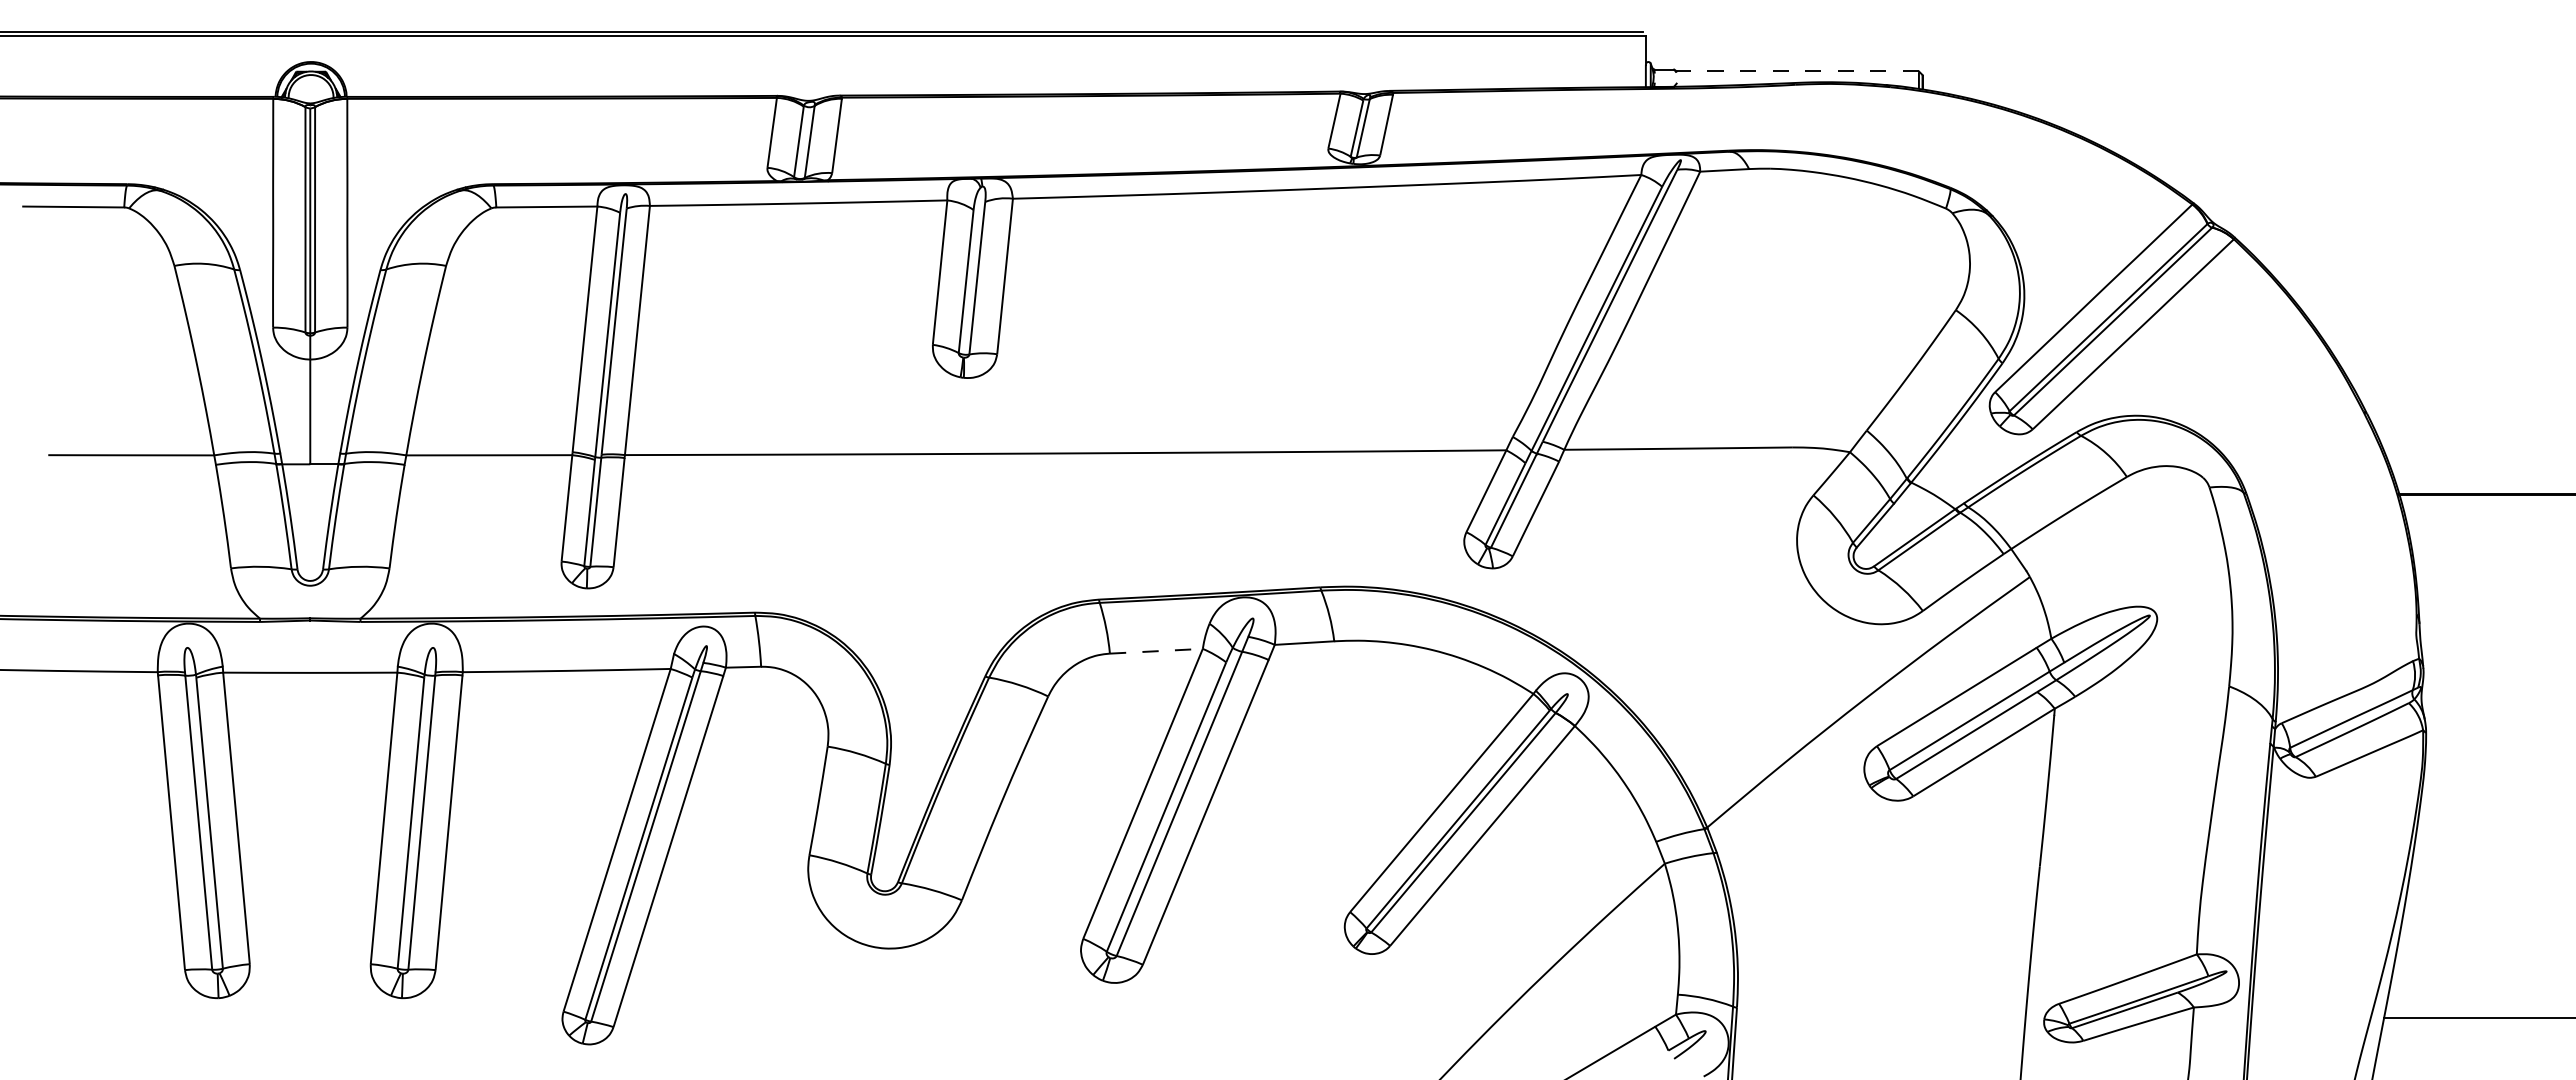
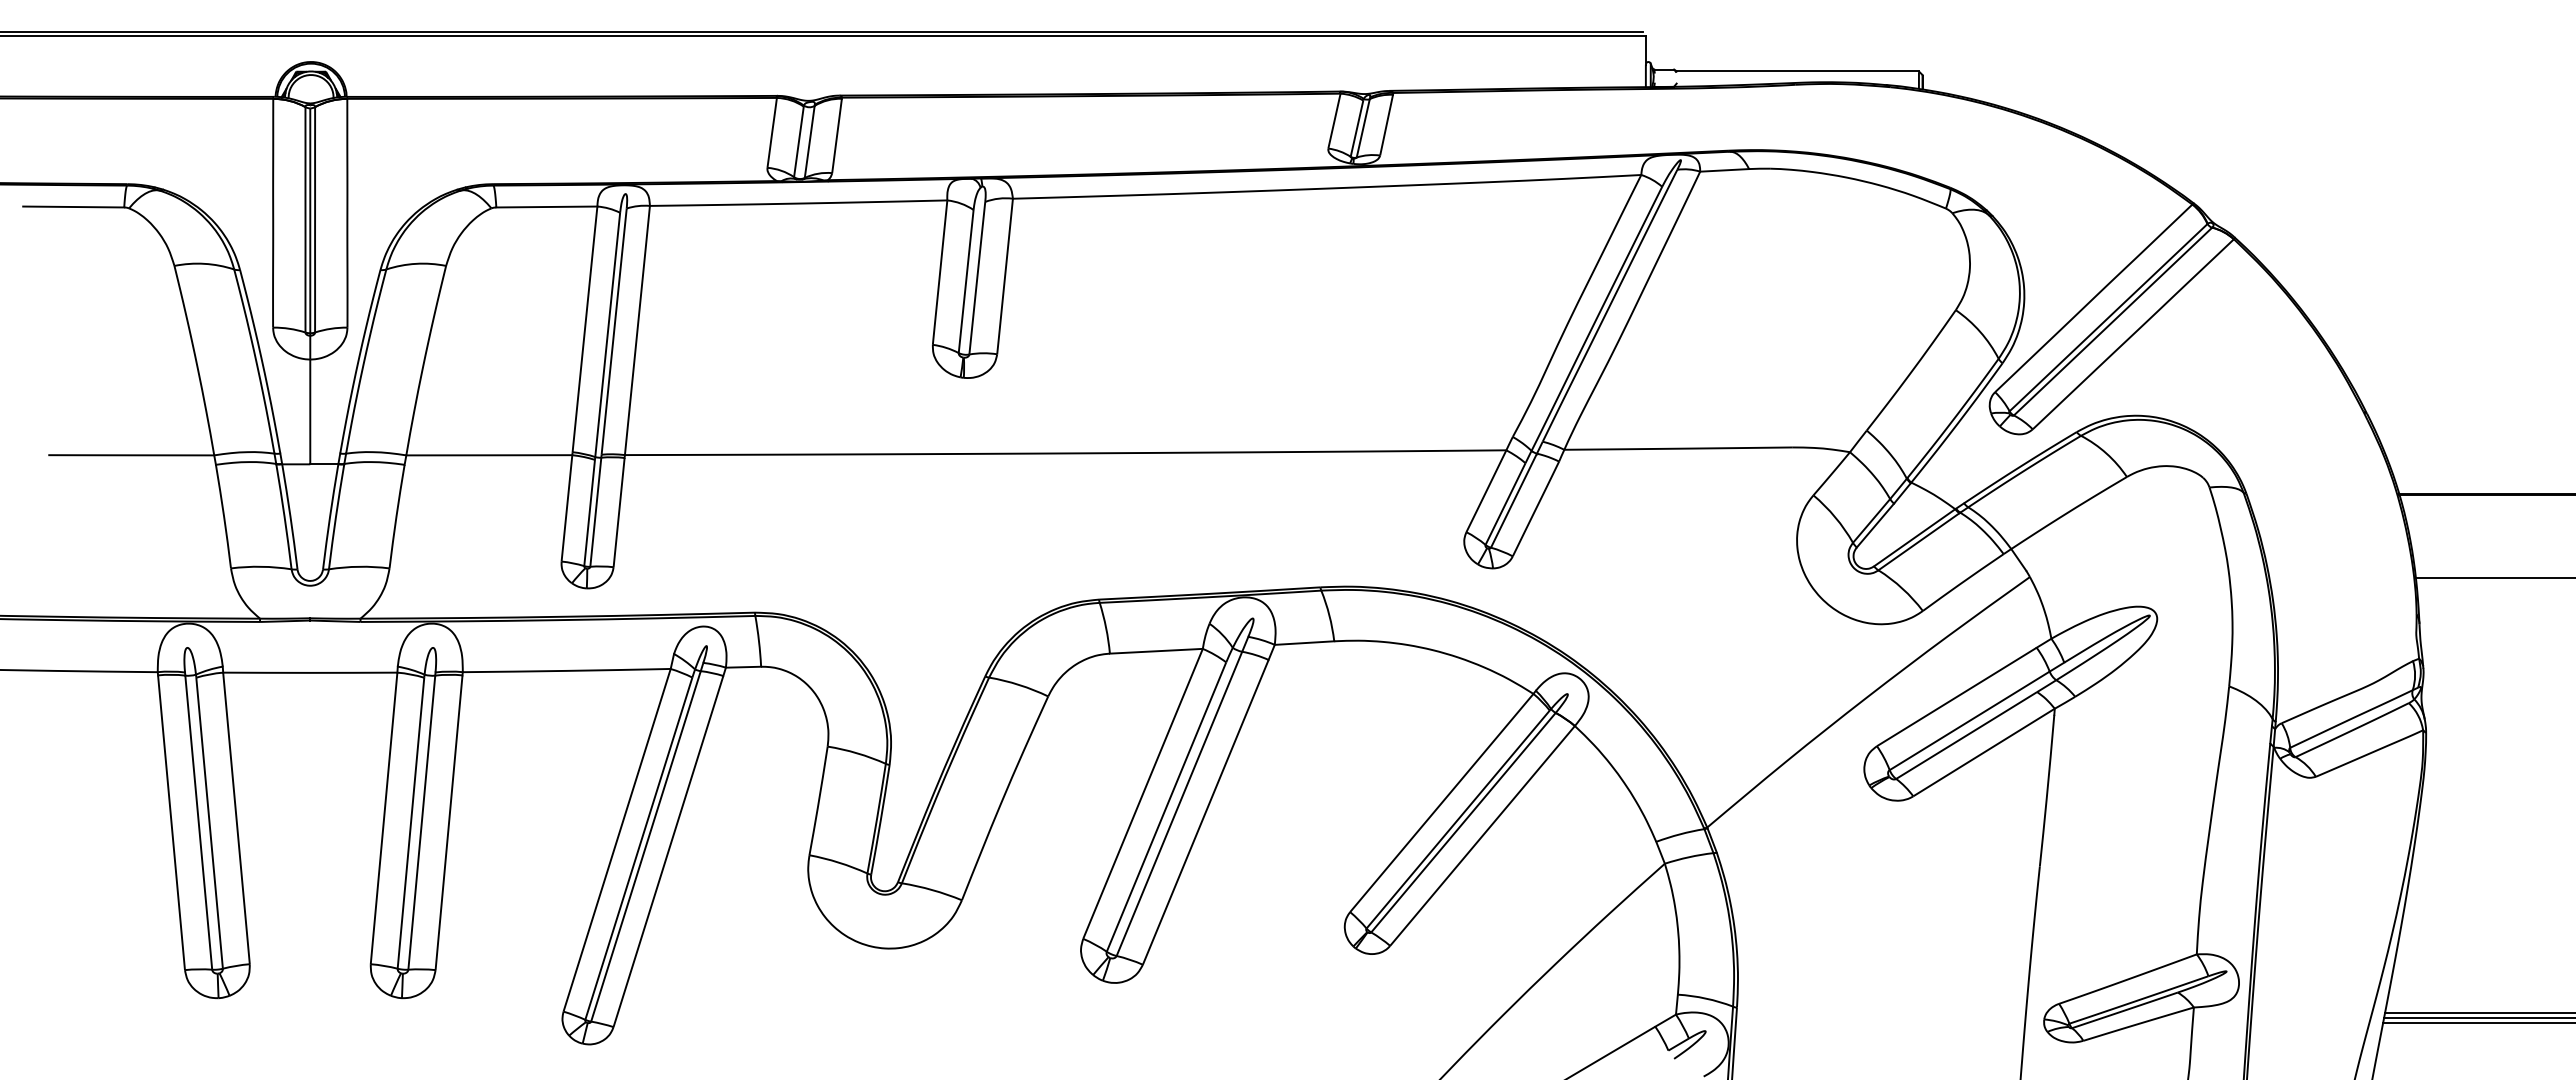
line at (1797, 71): dashed -> solid
line at (2493, 577): none -> present
line at (1156, 651): dashed -> solid
line at (2478, 1012): none -> present
line at (2477, 1022): none -> present
